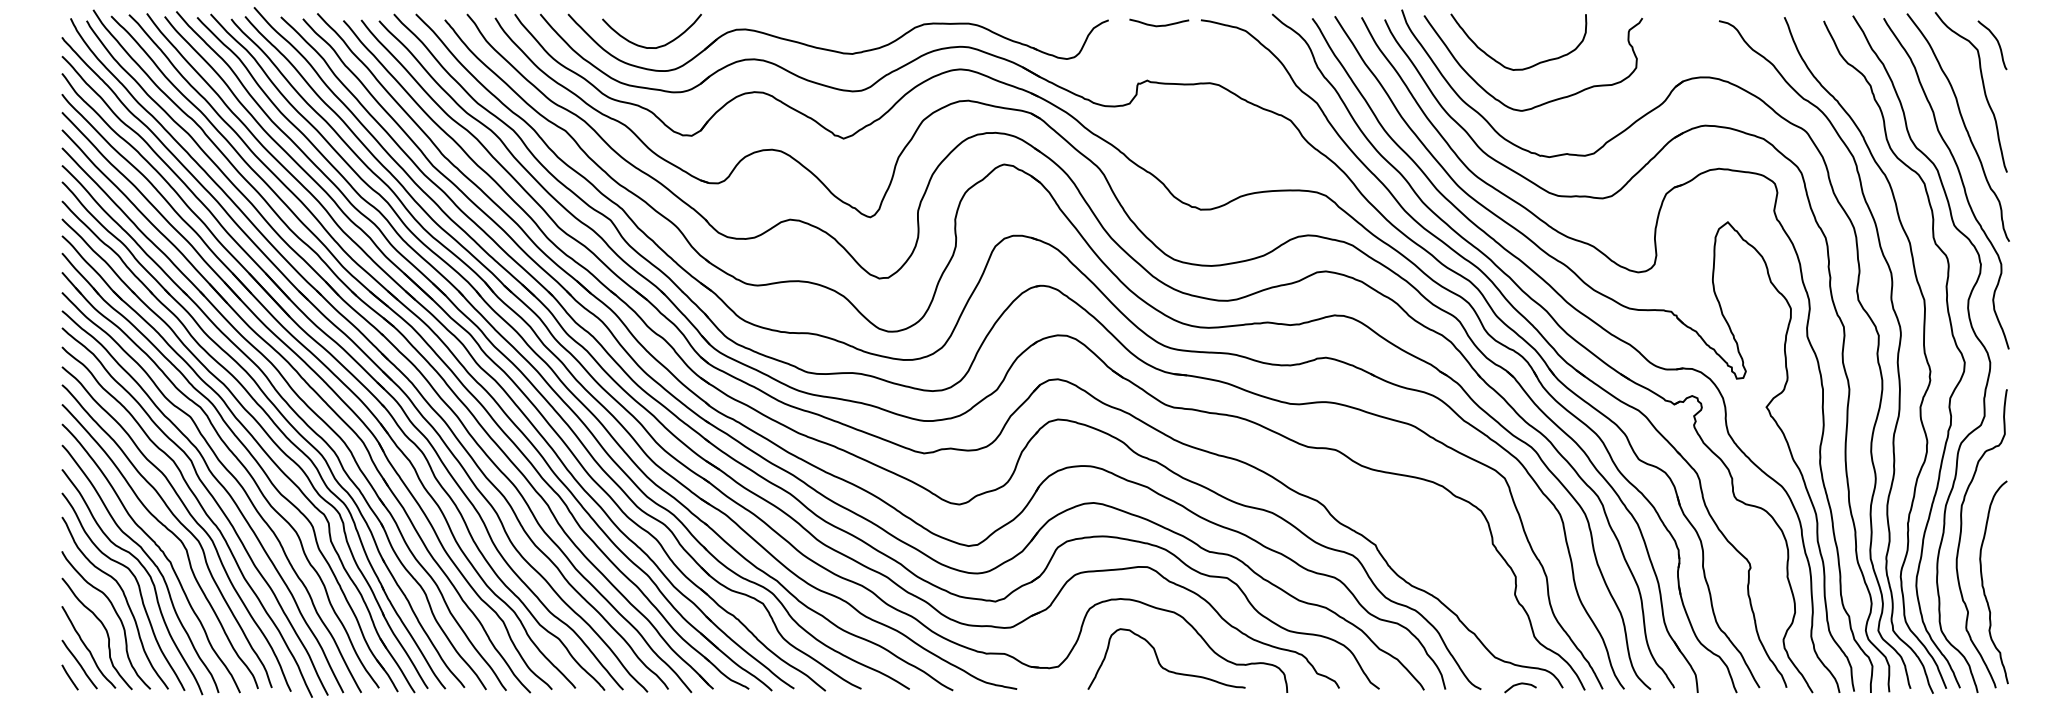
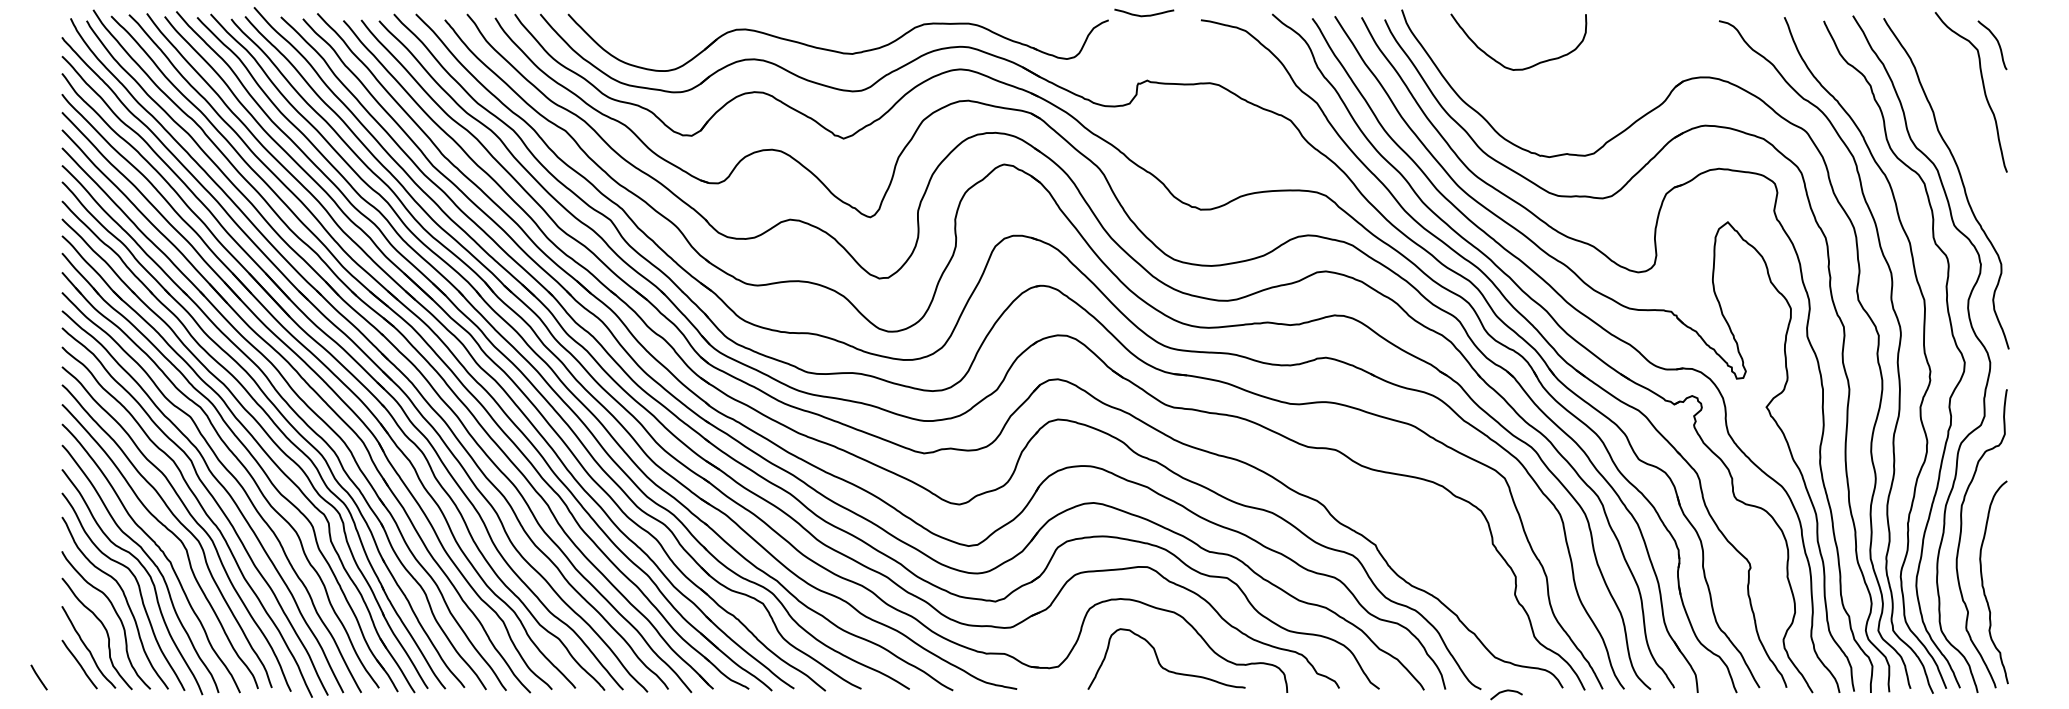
curve at (1159, 25) position: (1159, 25) -> (1144, 15)
curve at (651, 47): present -> none
curve at (1547, 101): present -> none
curve at (1963, 125): present -> none
line at (69, 677) position: (69, 677) -> (38, 677)
curve at (1518, 685) position: (1518, 685) -> (1504, 692)
